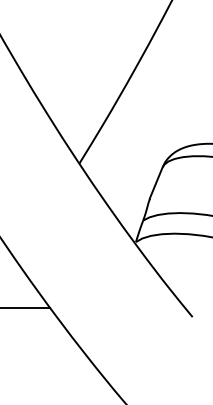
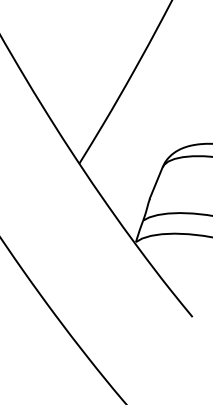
line at (26, 308): present -> none
